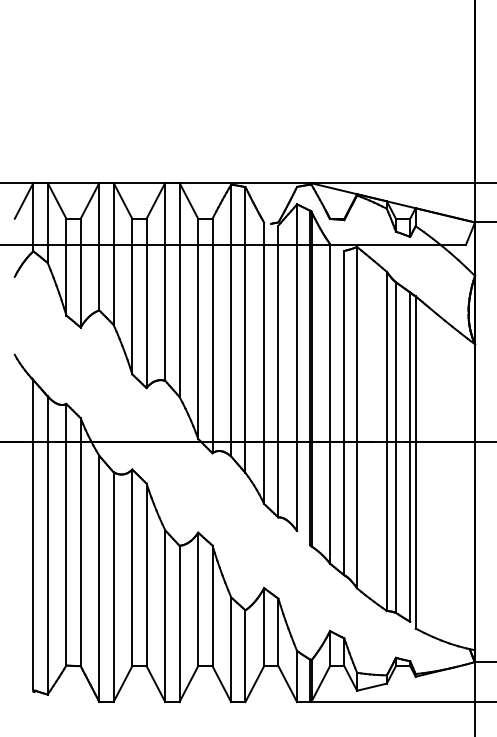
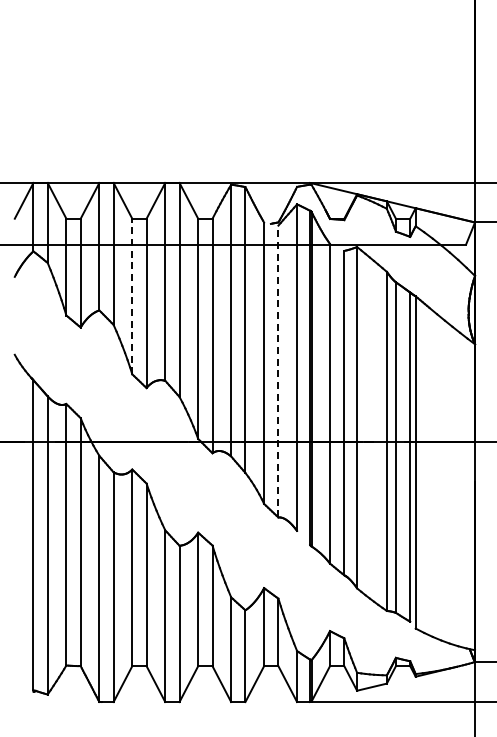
line at (132, 296): solid -> dashed
line at (278, 371): solid -> dashed
